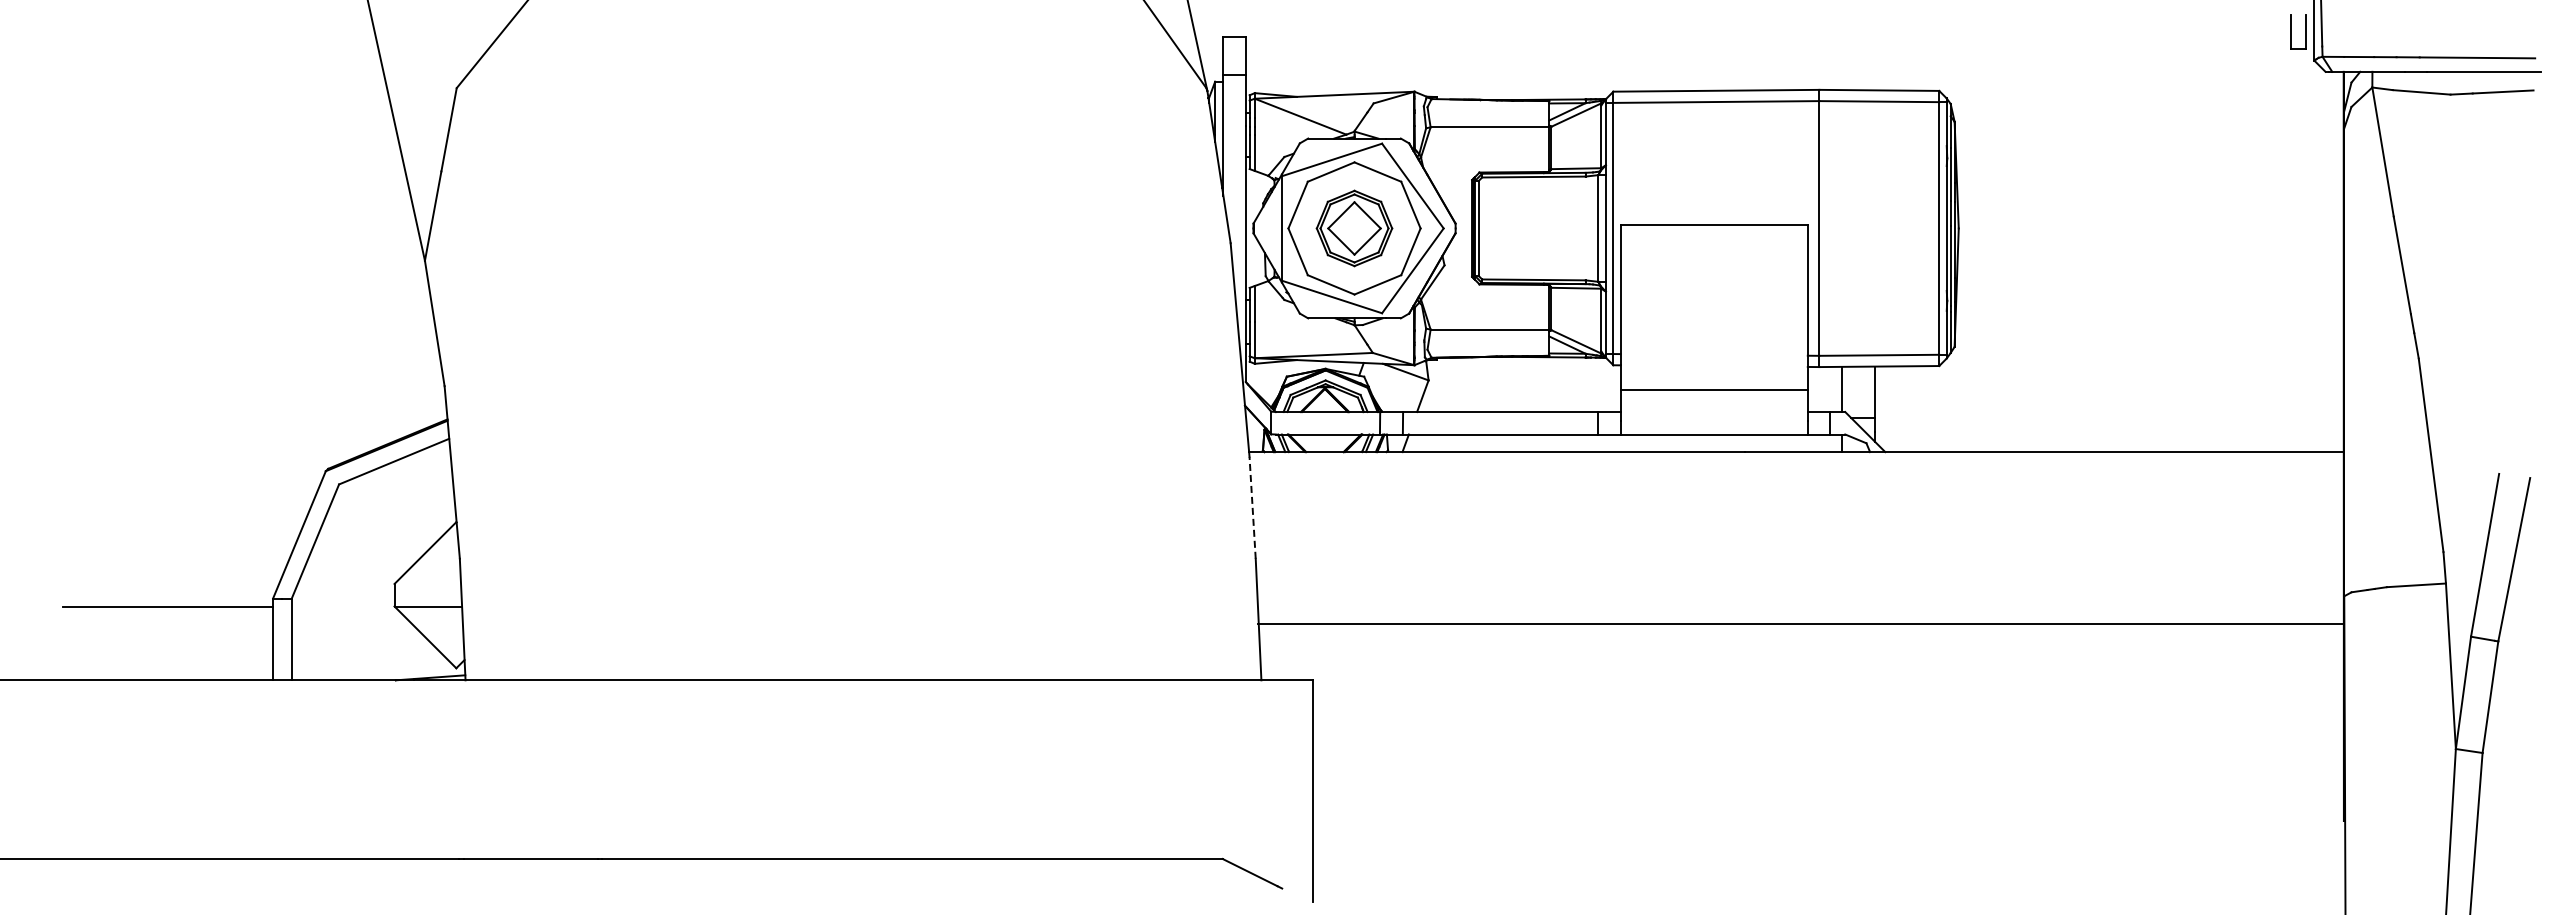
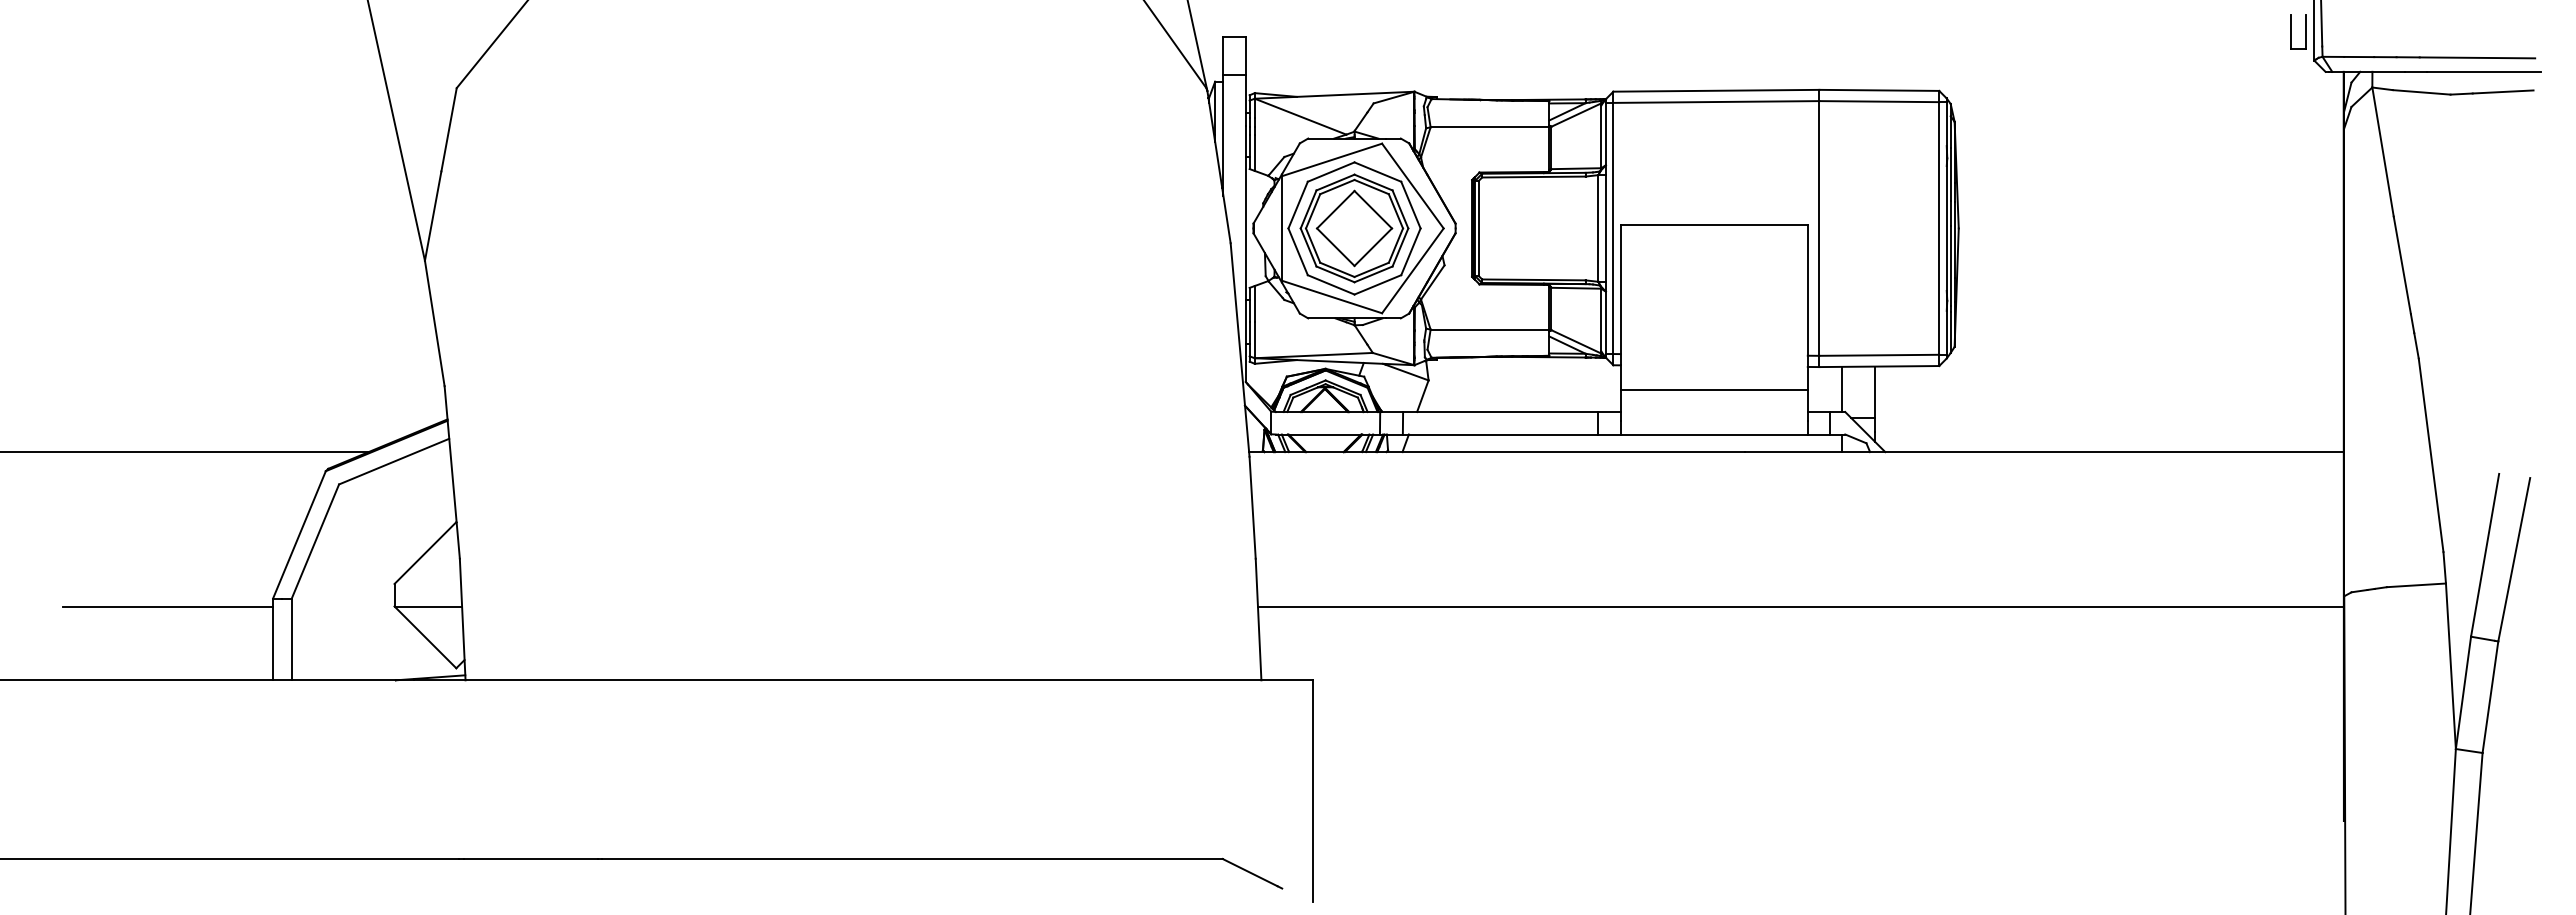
part at (1354, 228) size: 79x79 px -> 111x111 px
line at (185, 452): none -> present
line at (1252, 507): dashed -> solid
line at (1800, 623) position: (1800, 623) -> (1800, 606)
